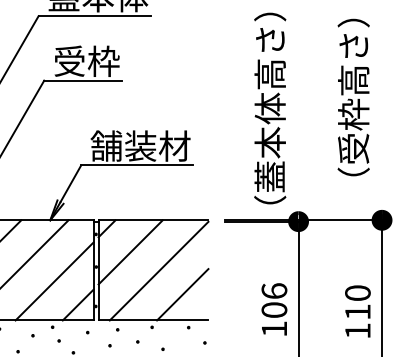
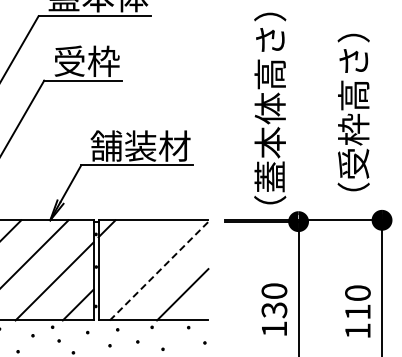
text at (353, 97) position: (353, 97) -> (353, 112)
line at (130, 252): present -> none
line at (159, 271): solid -> dashed
text at (274, 300): 106 -> 130
